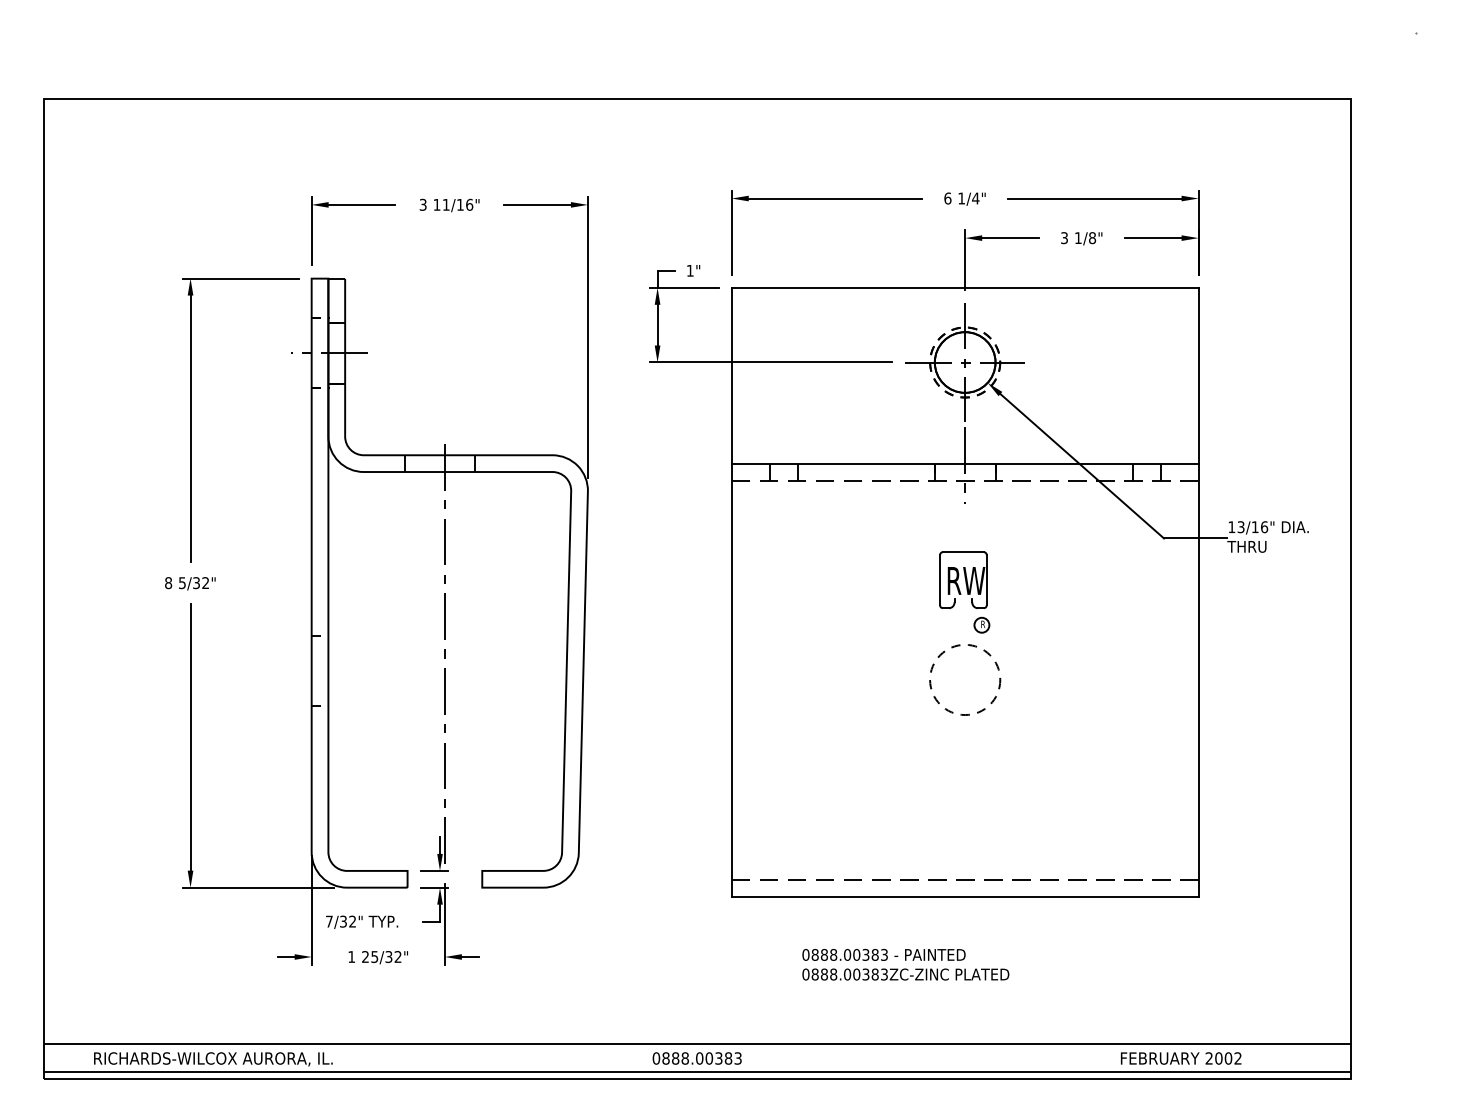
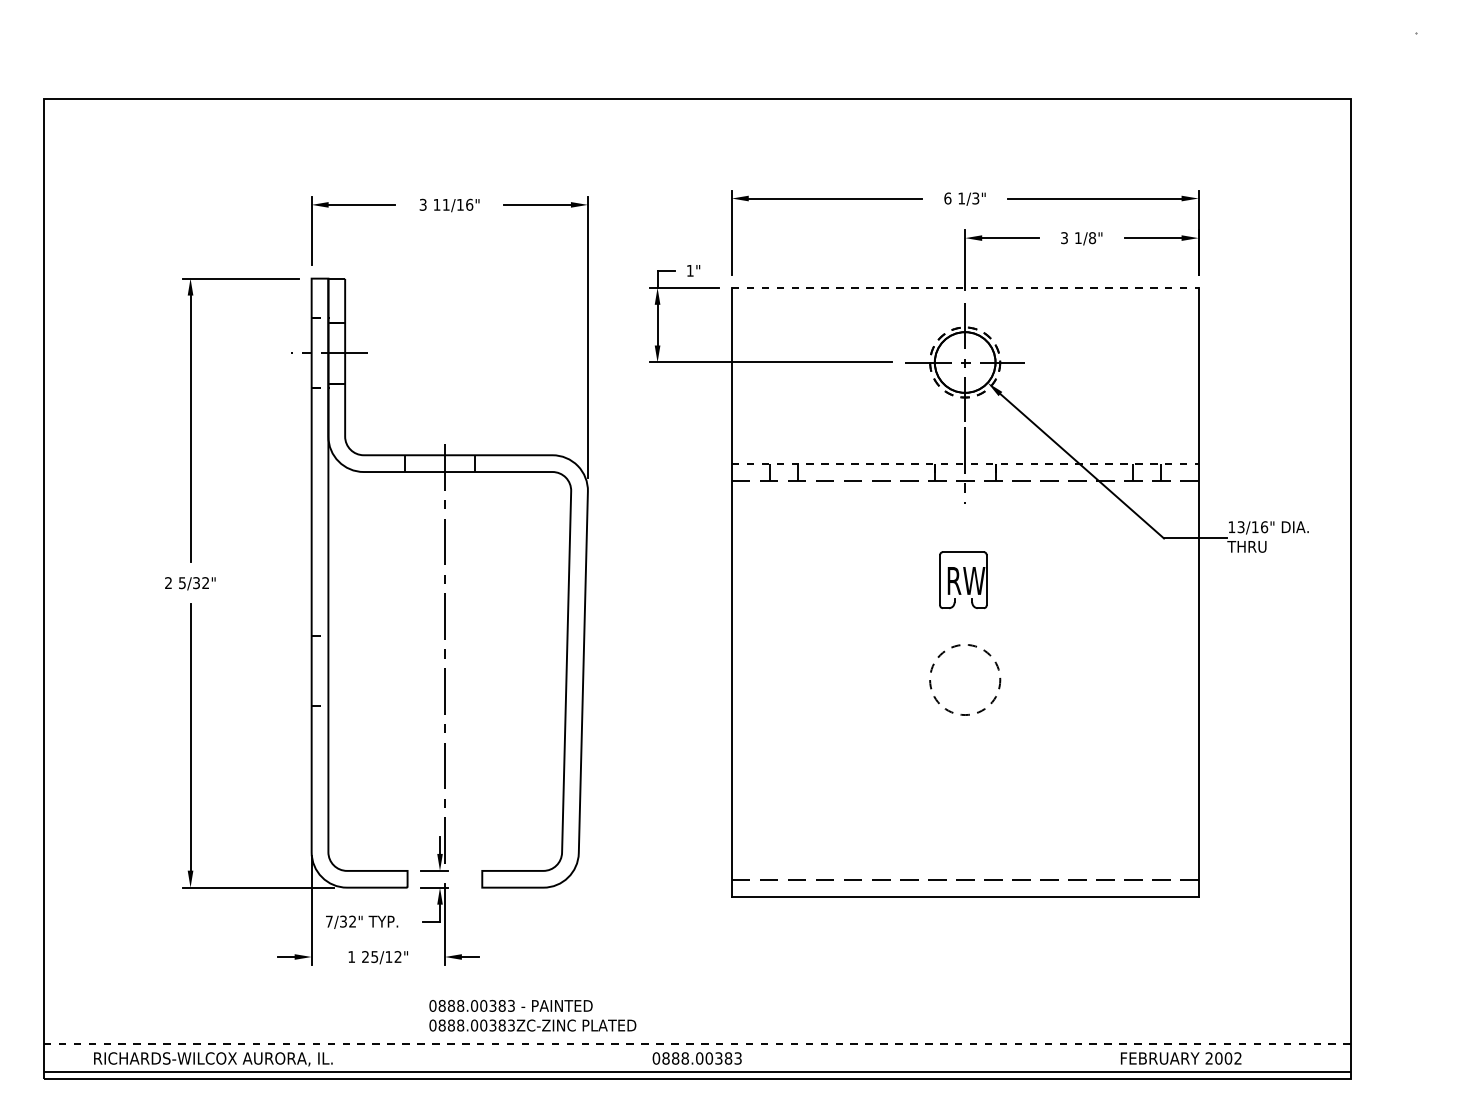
text at (975, 198): 1/4" -> 1/3"
line at (965, 287): solid -> dashed
line at (965, 464): solid -> dashed
text at (168, 583): 8 -> 2
part at (981, 624): present -> none
text at (388, 957): 25/32" -> 25/12"
text at (905, 964) position: (905, 964) -> (532, 1015)
line at (697, 1043): solid -> dashed
